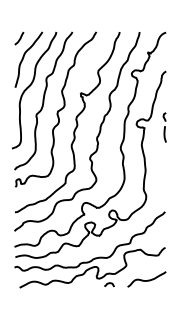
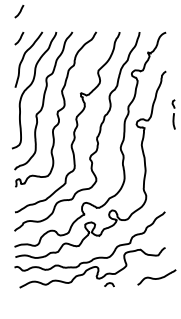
curve at (19, 11): none -> present
part at (164, 127) position: (164, 127) -> (173, 114)
curve at (147, 279) position: (147, 279) -> (157, 277)
